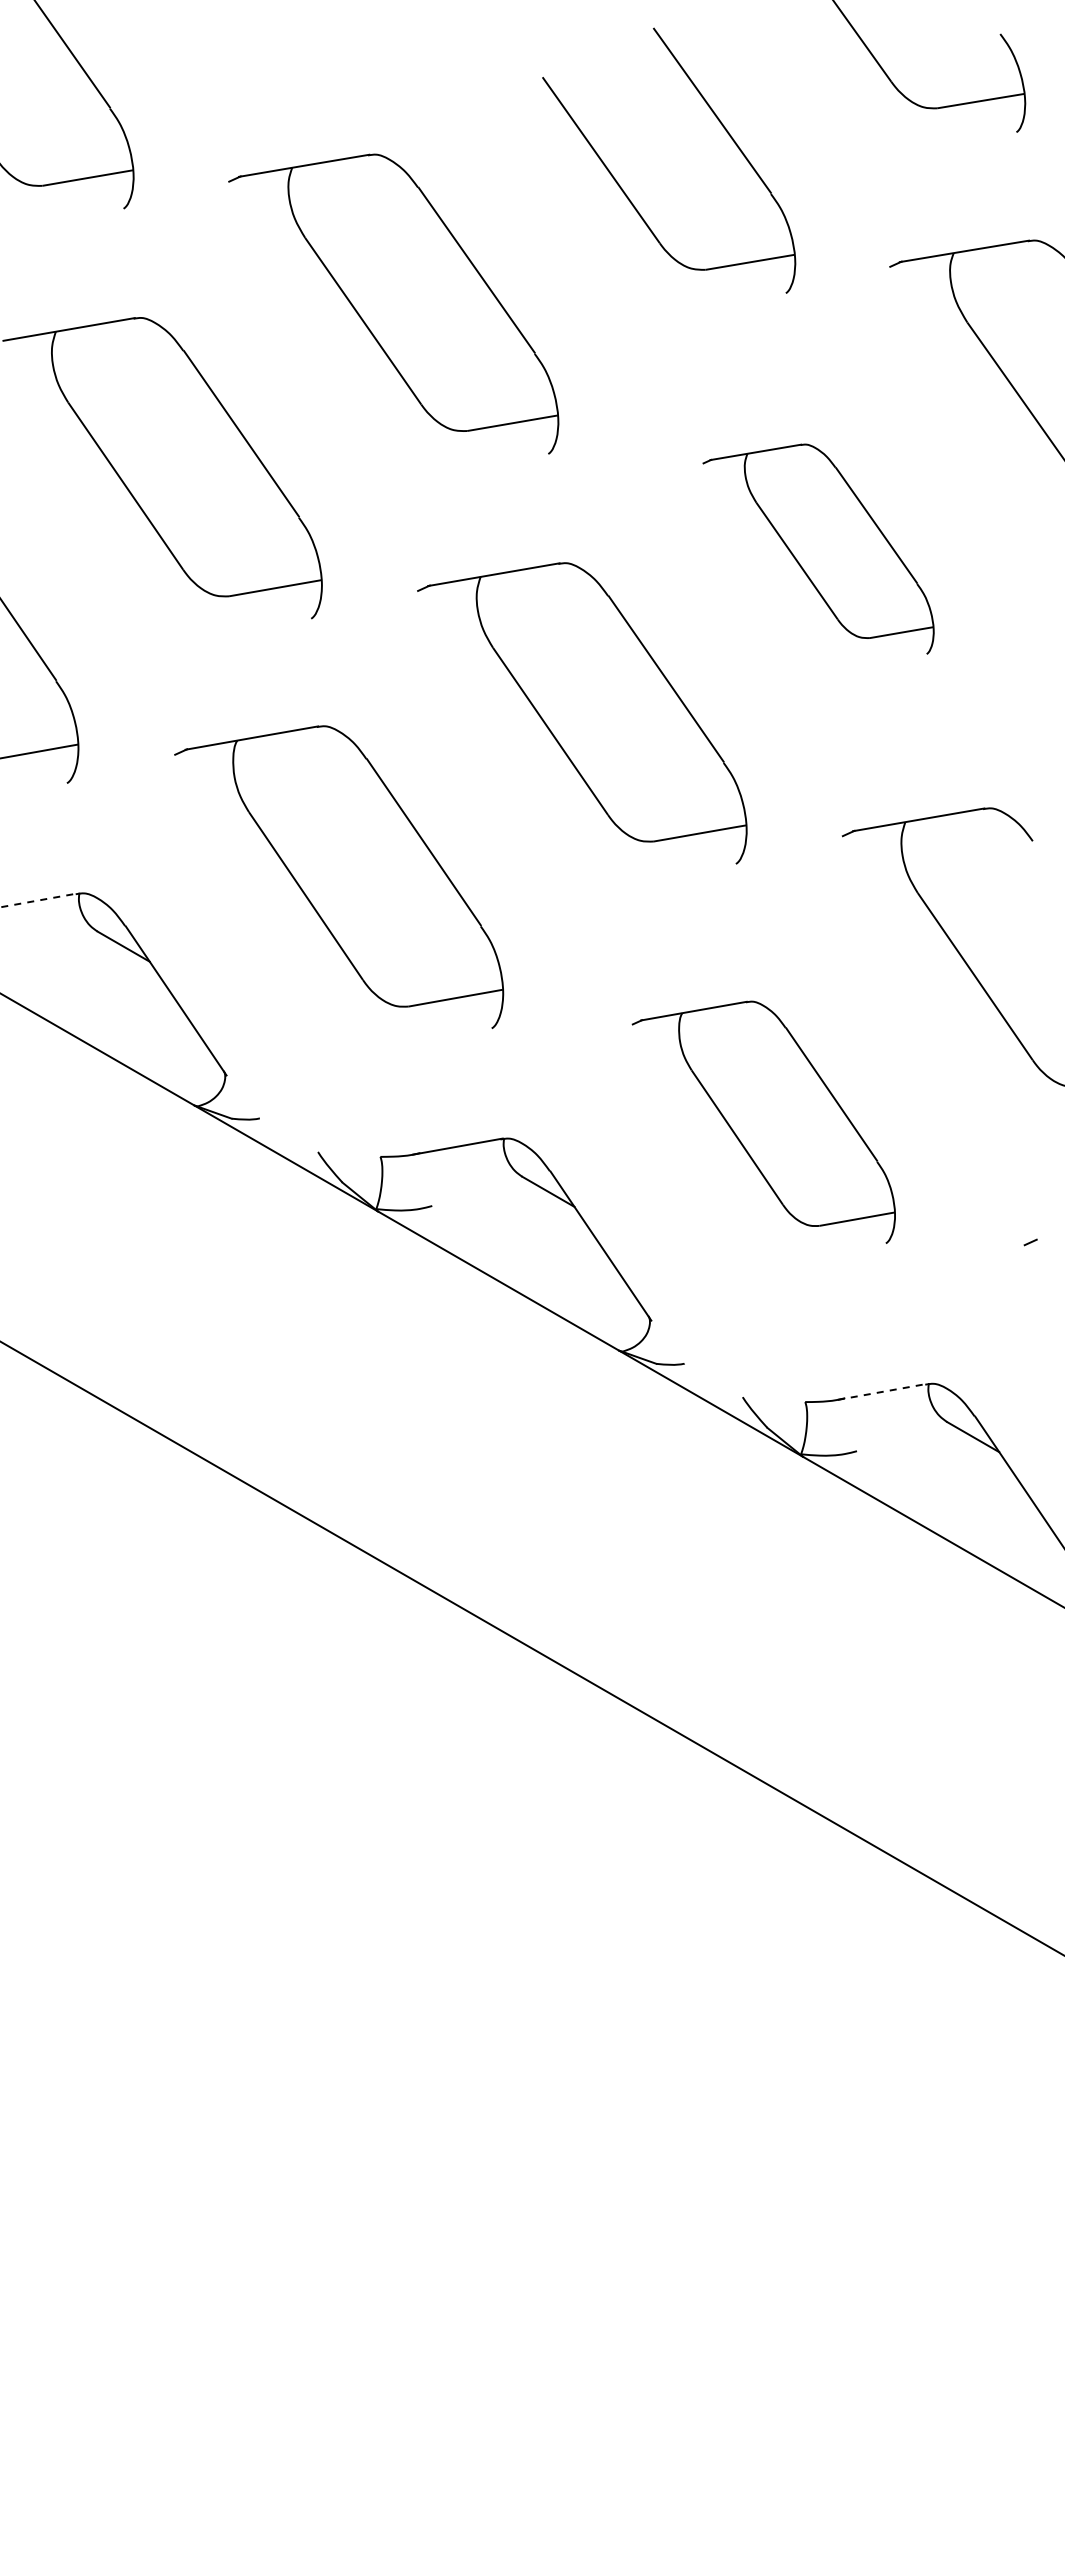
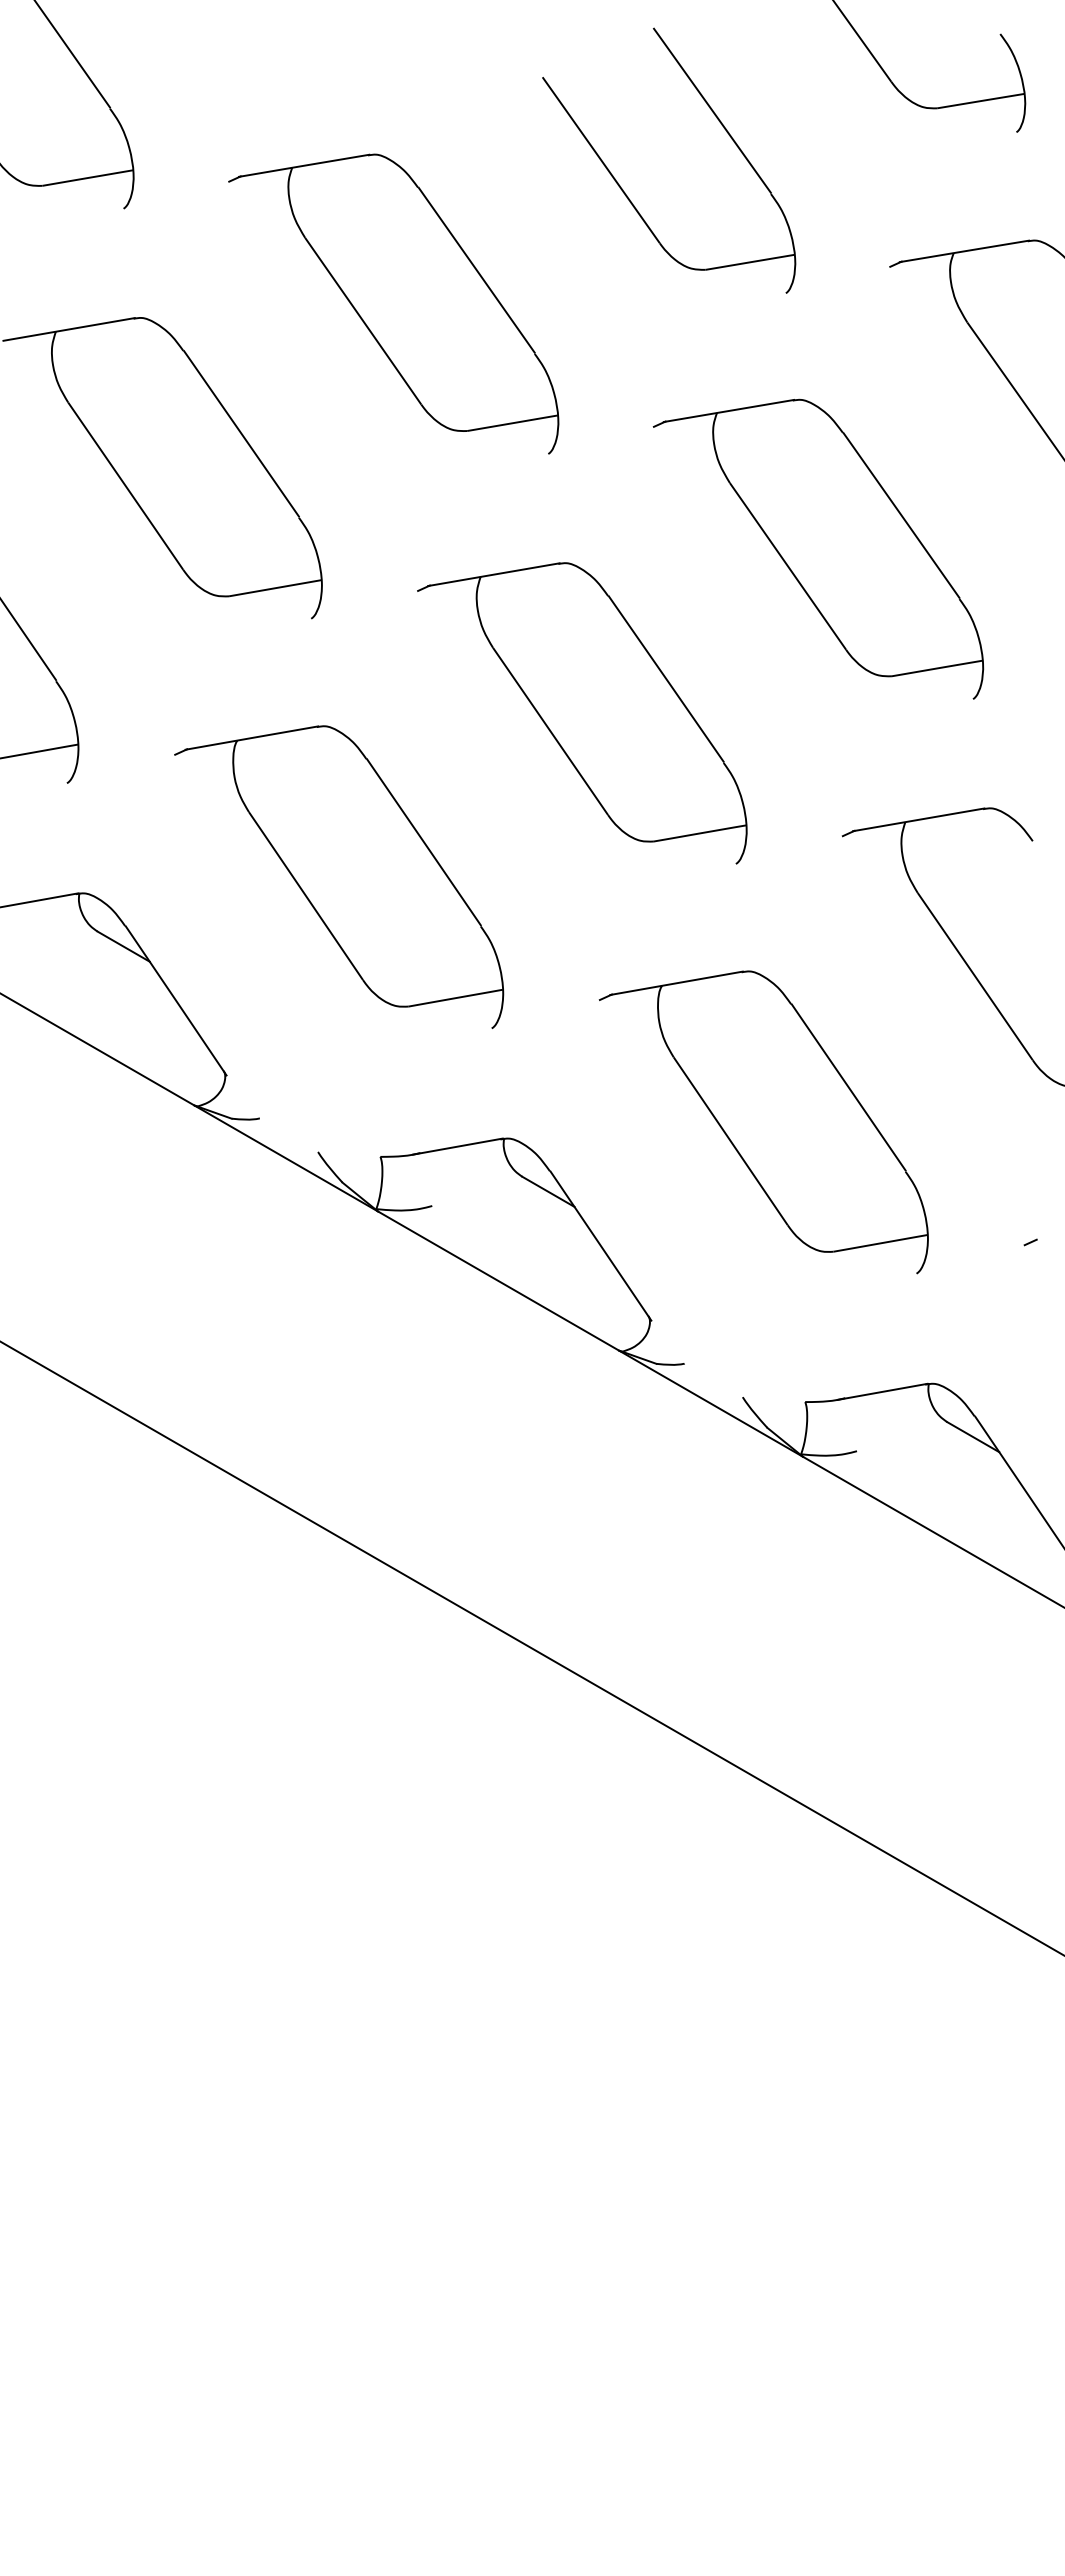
part at (818, 548) size: 233x212 px -> 333x302 px
line at (38, 900): dashed -> solid
part at (763, 1121) size: 265x244 px -> 331x305 px
line at (882, 1391): dashed -> solid
